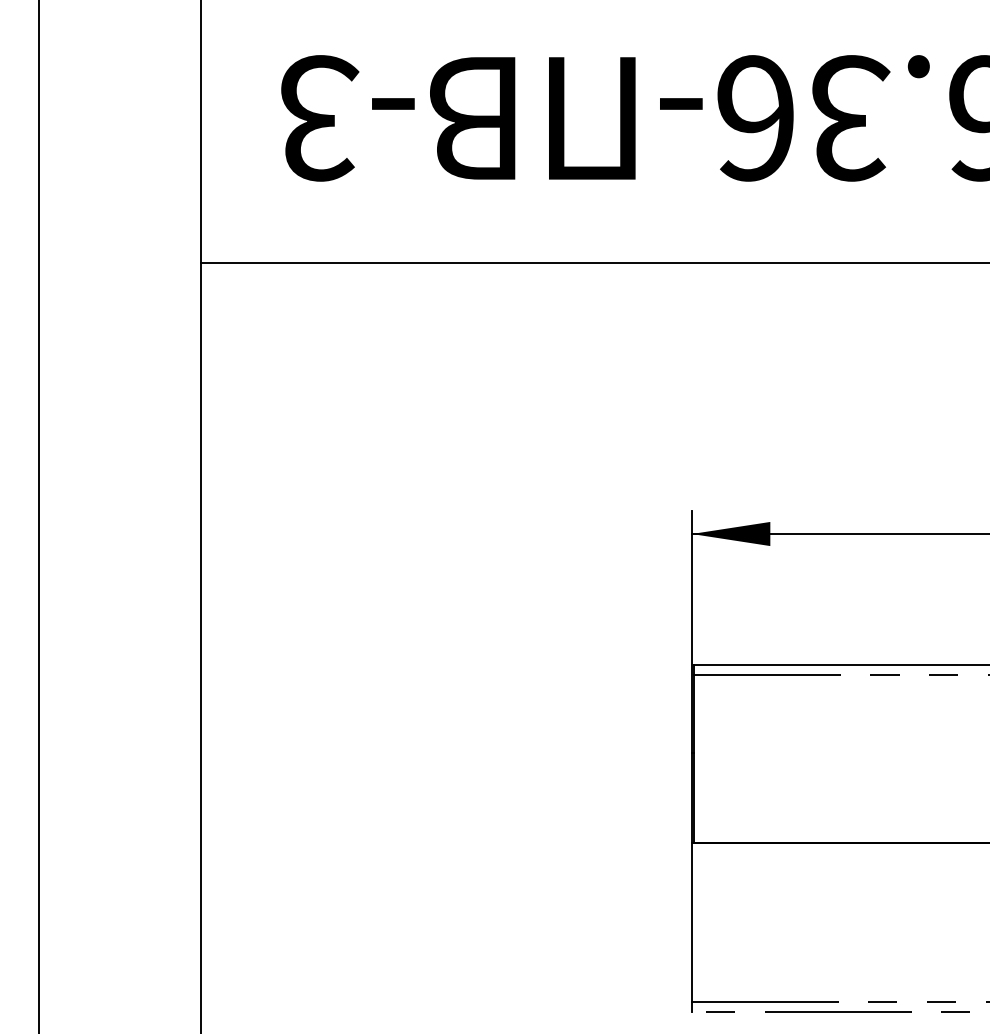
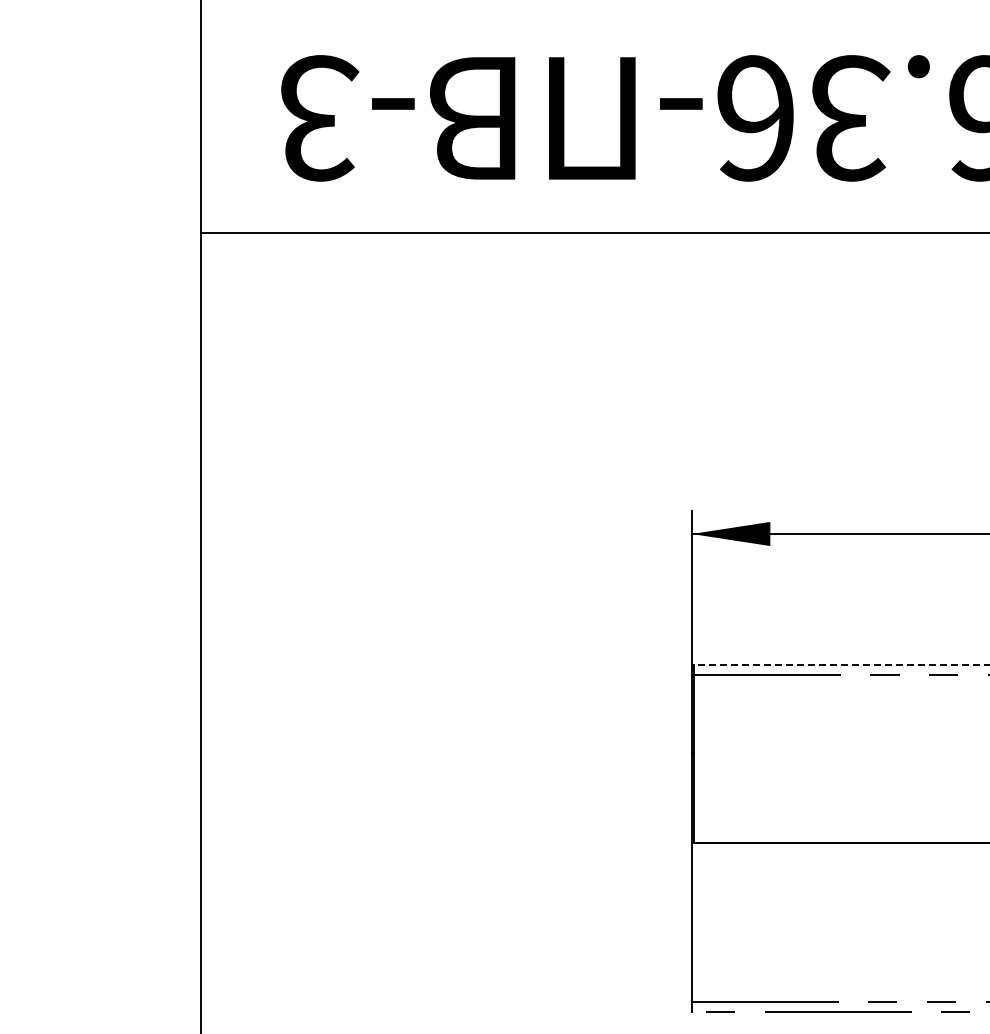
line at (593, 262) position: (593, 262) -> (593, 232)
line at (38, 516): present -> none
line at (841, 664): solid -> dashed
